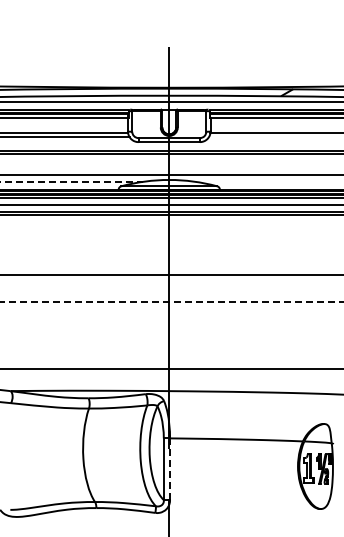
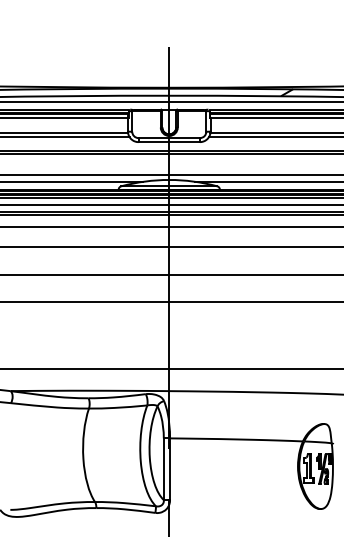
line at (274, 137): none -> present
line at (72, 181): dashed -> solid
line at (267, 181): none -> present
line at (171, 227): none -> present
line at (171, 247): none -> present
line at (171, 302): dashed -> solid
line at (170, 469): dashed -> solid
